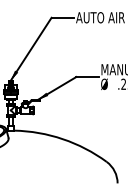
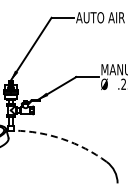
arc at (62, 139): solid -> dashed
